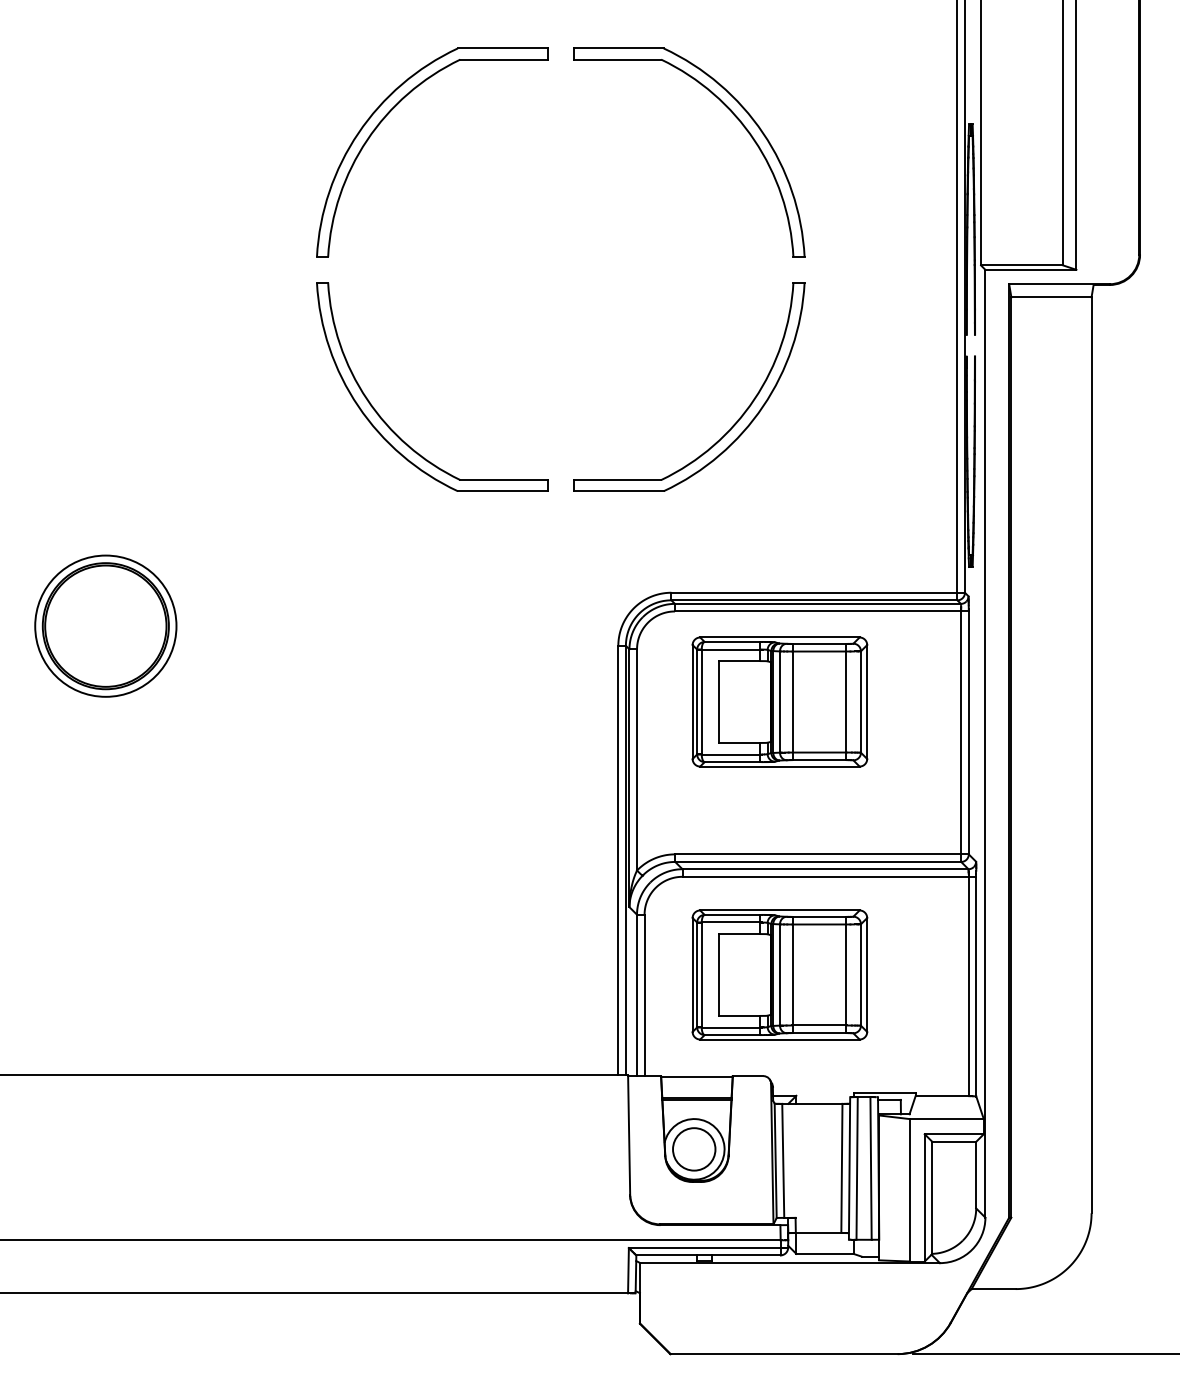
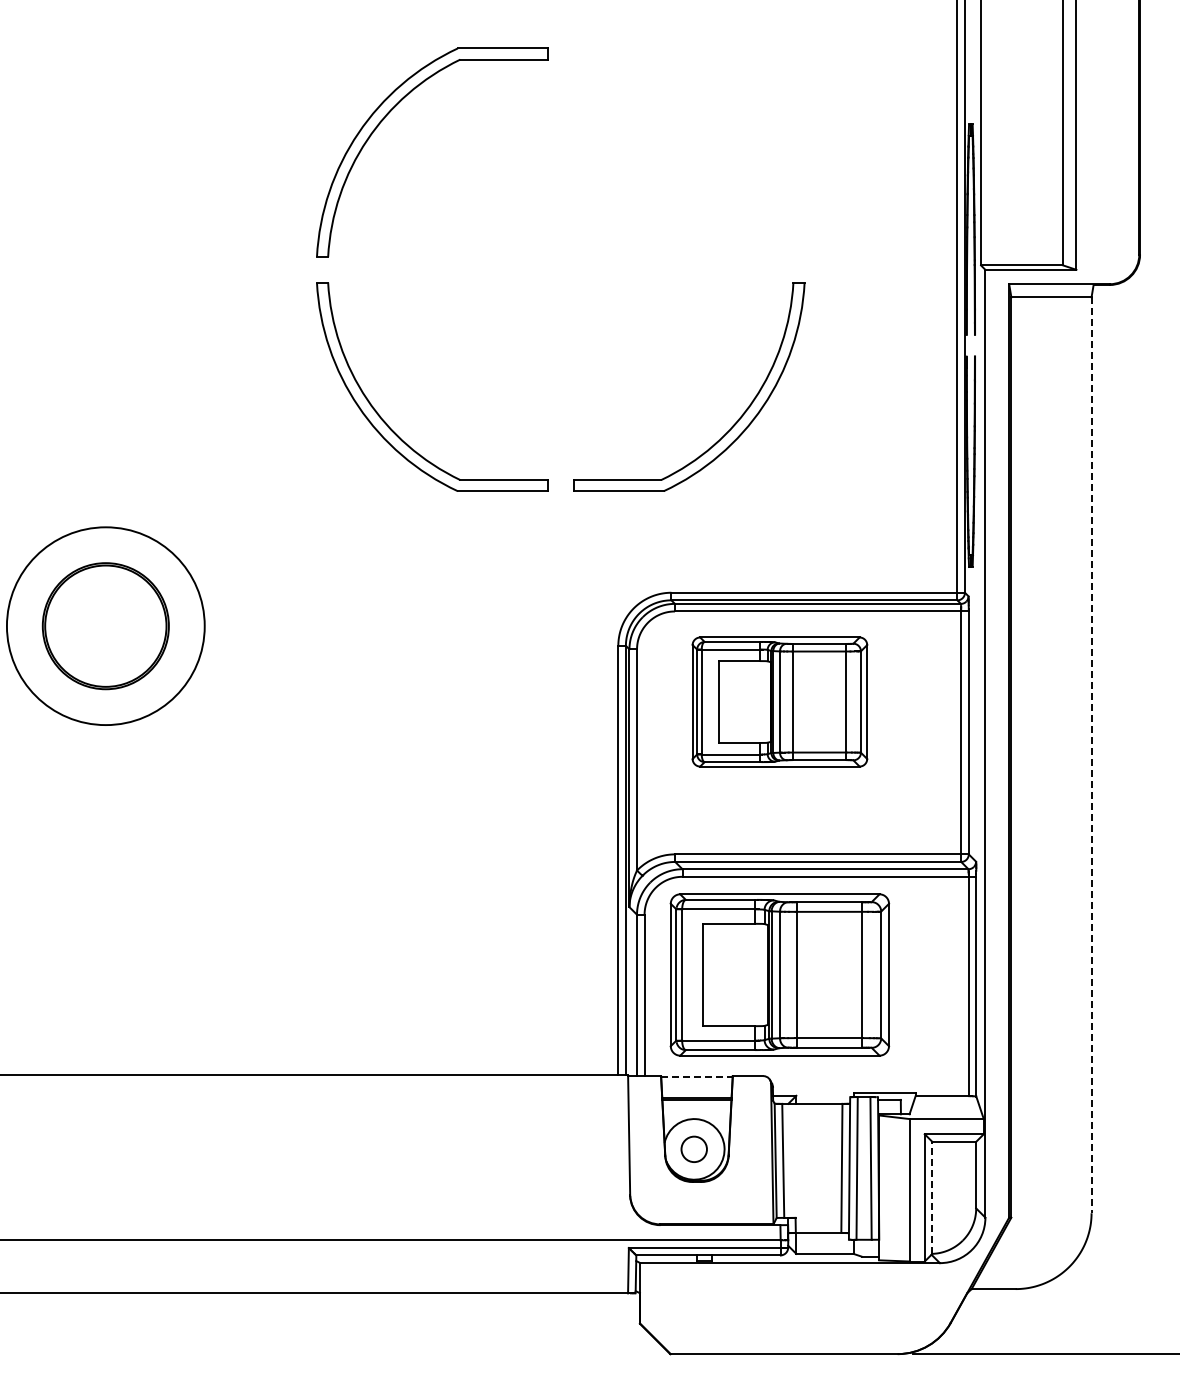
part at (733, 115): present -> none
circle at (105, 625) diameter: 141 px -> 198 px
line at (1091, 755): solid -> dashed
part at (779, 974) size: 178x132 px -> 222x164 px
line at (696, 1076): solid -> dashed
circle at (694, 1149) diameter: 42 px -> 25 px
line at (932, 1197): solid -> dashed
